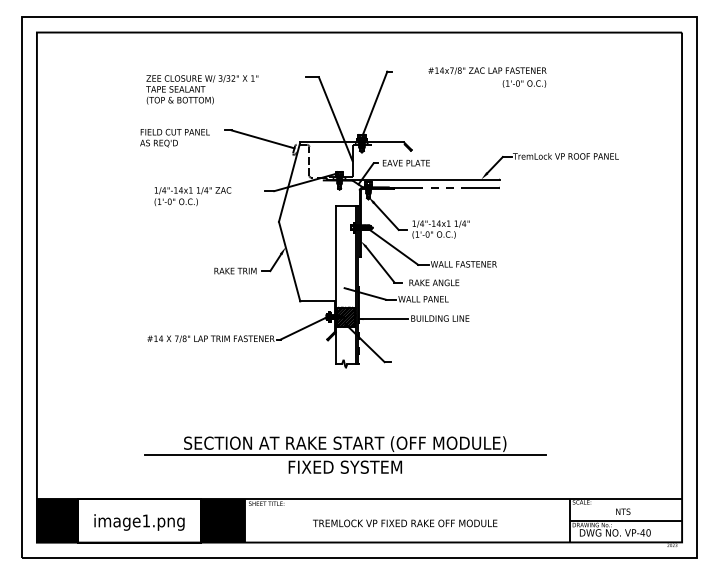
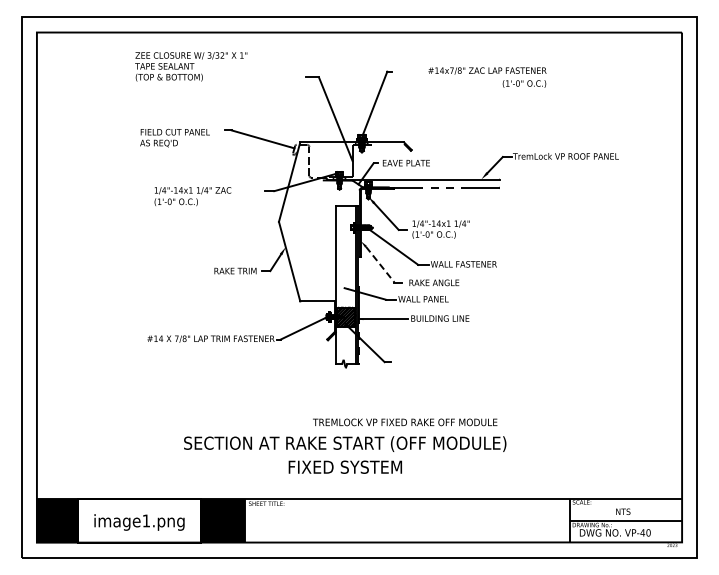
text at (202, 89) position: (202, 89) -> (191, 66)
line at (380, 264): solid -> dashed
line at (345, 454): present -> none
text at (405, 523) position: (405, 523) -> (405, 422)
